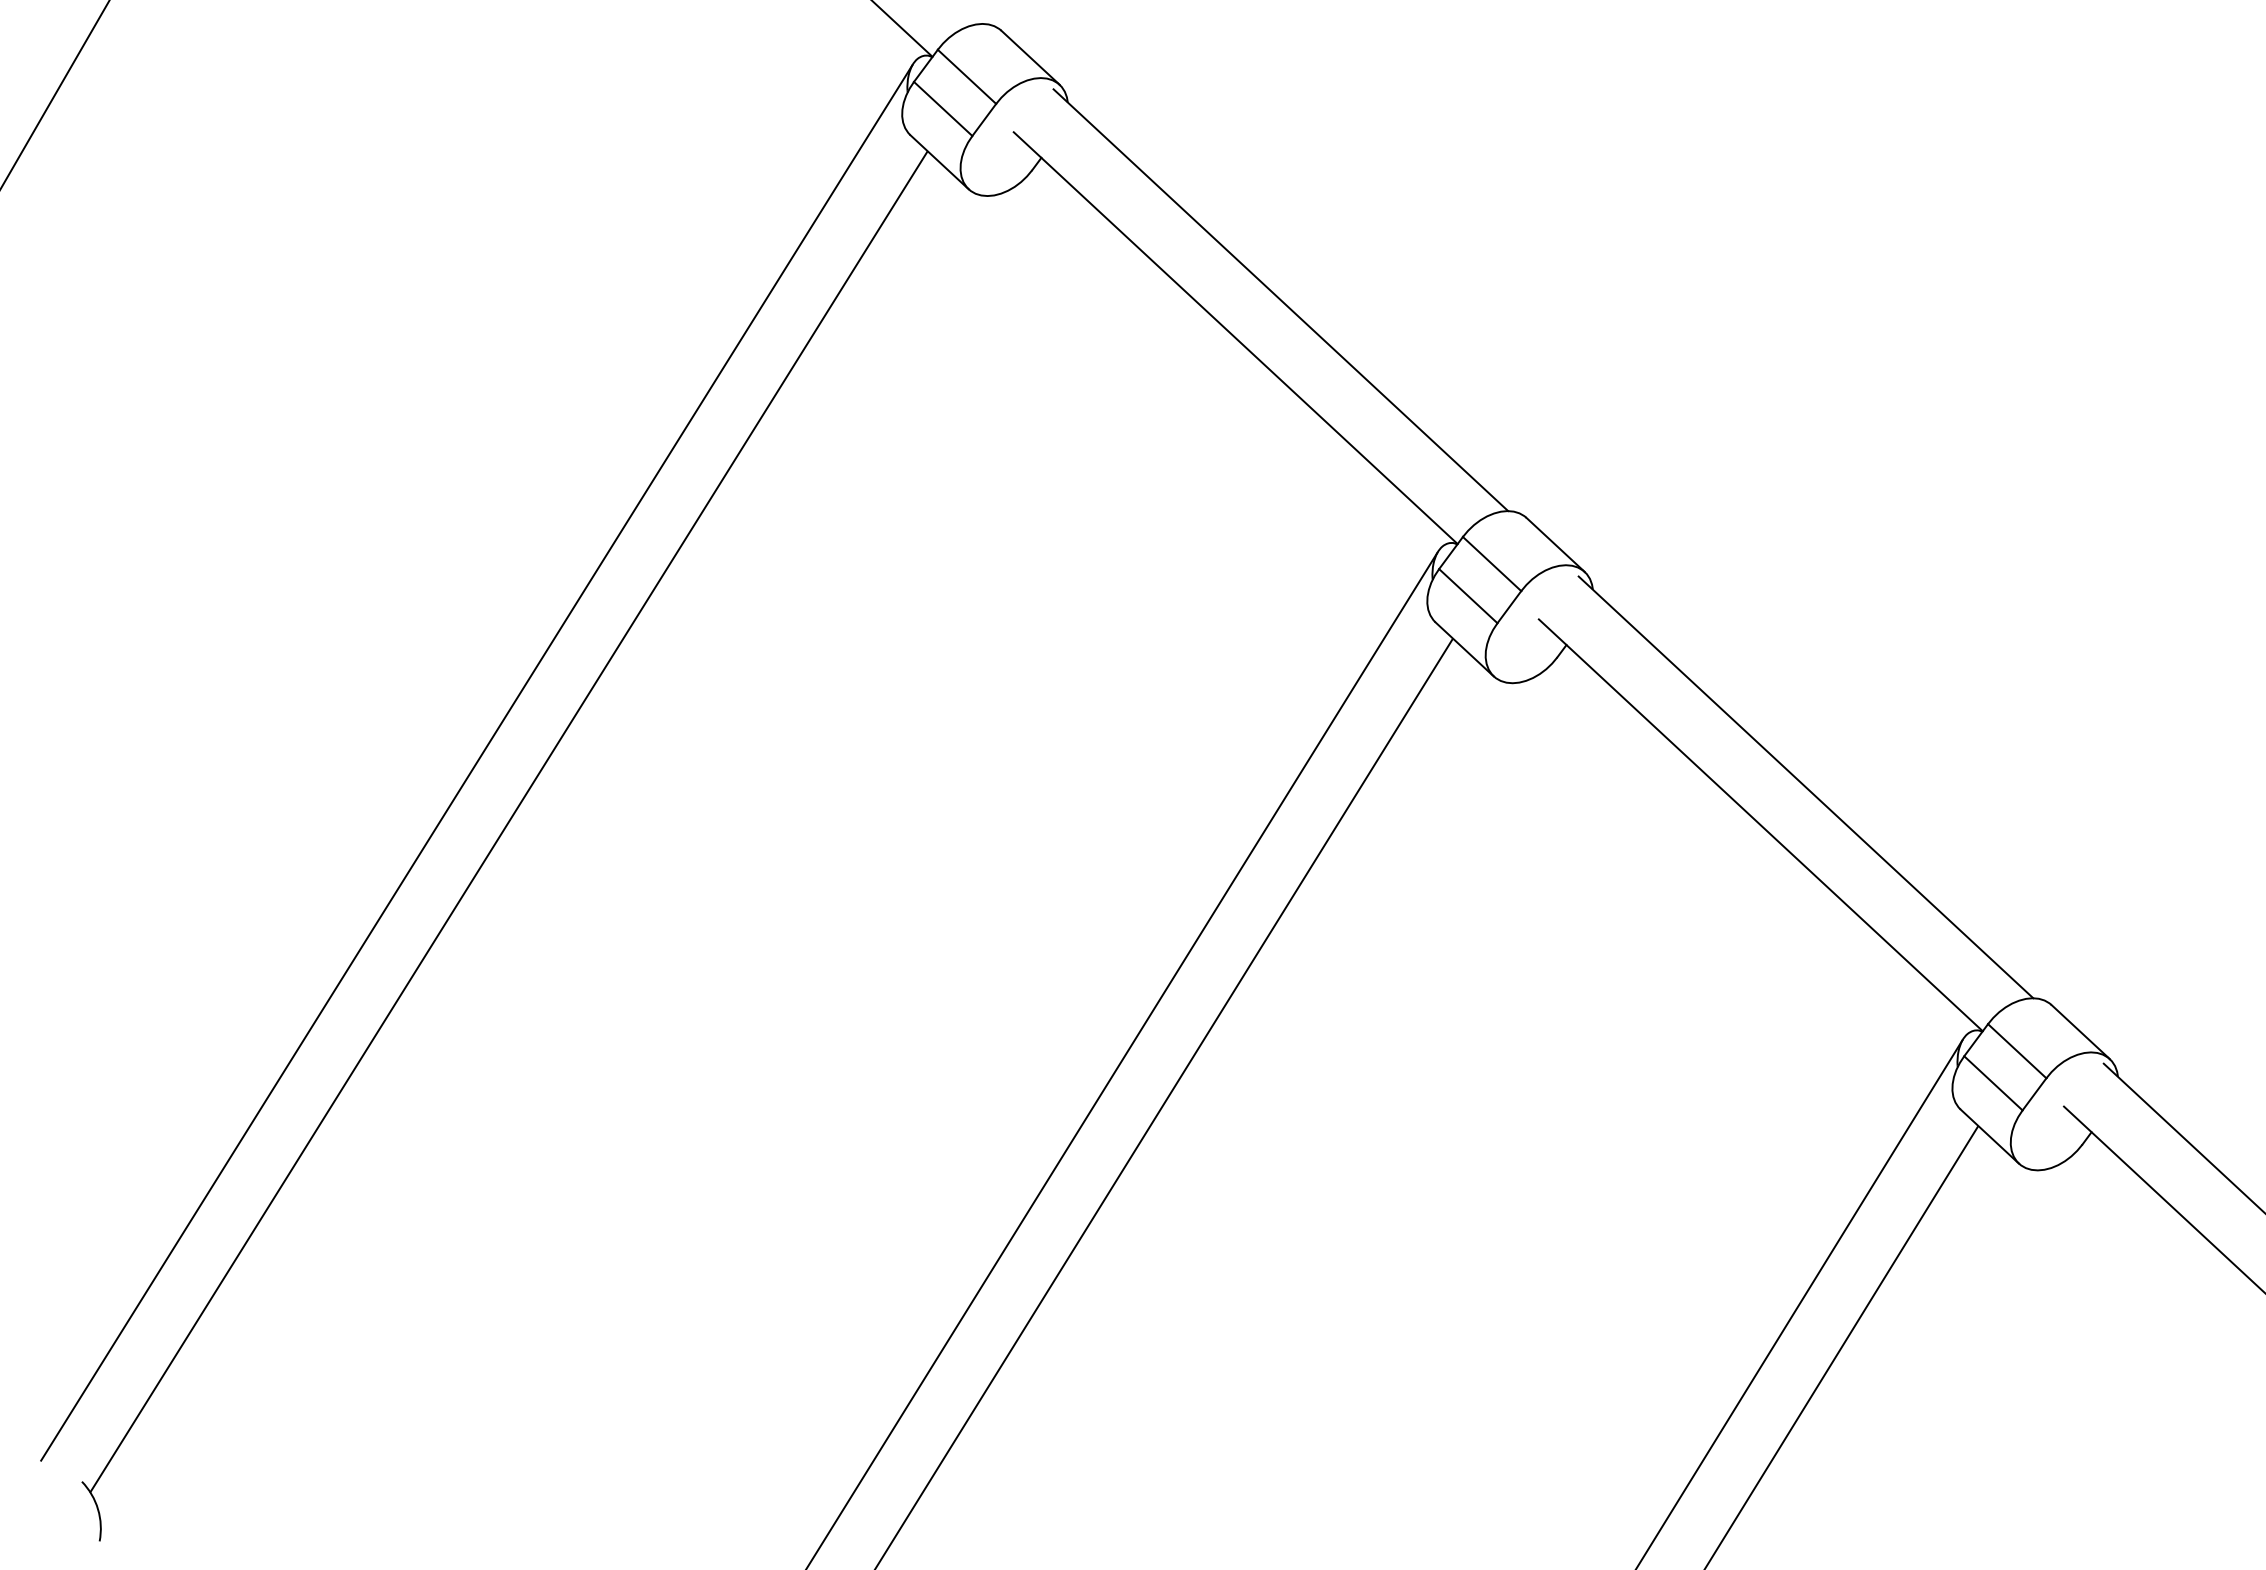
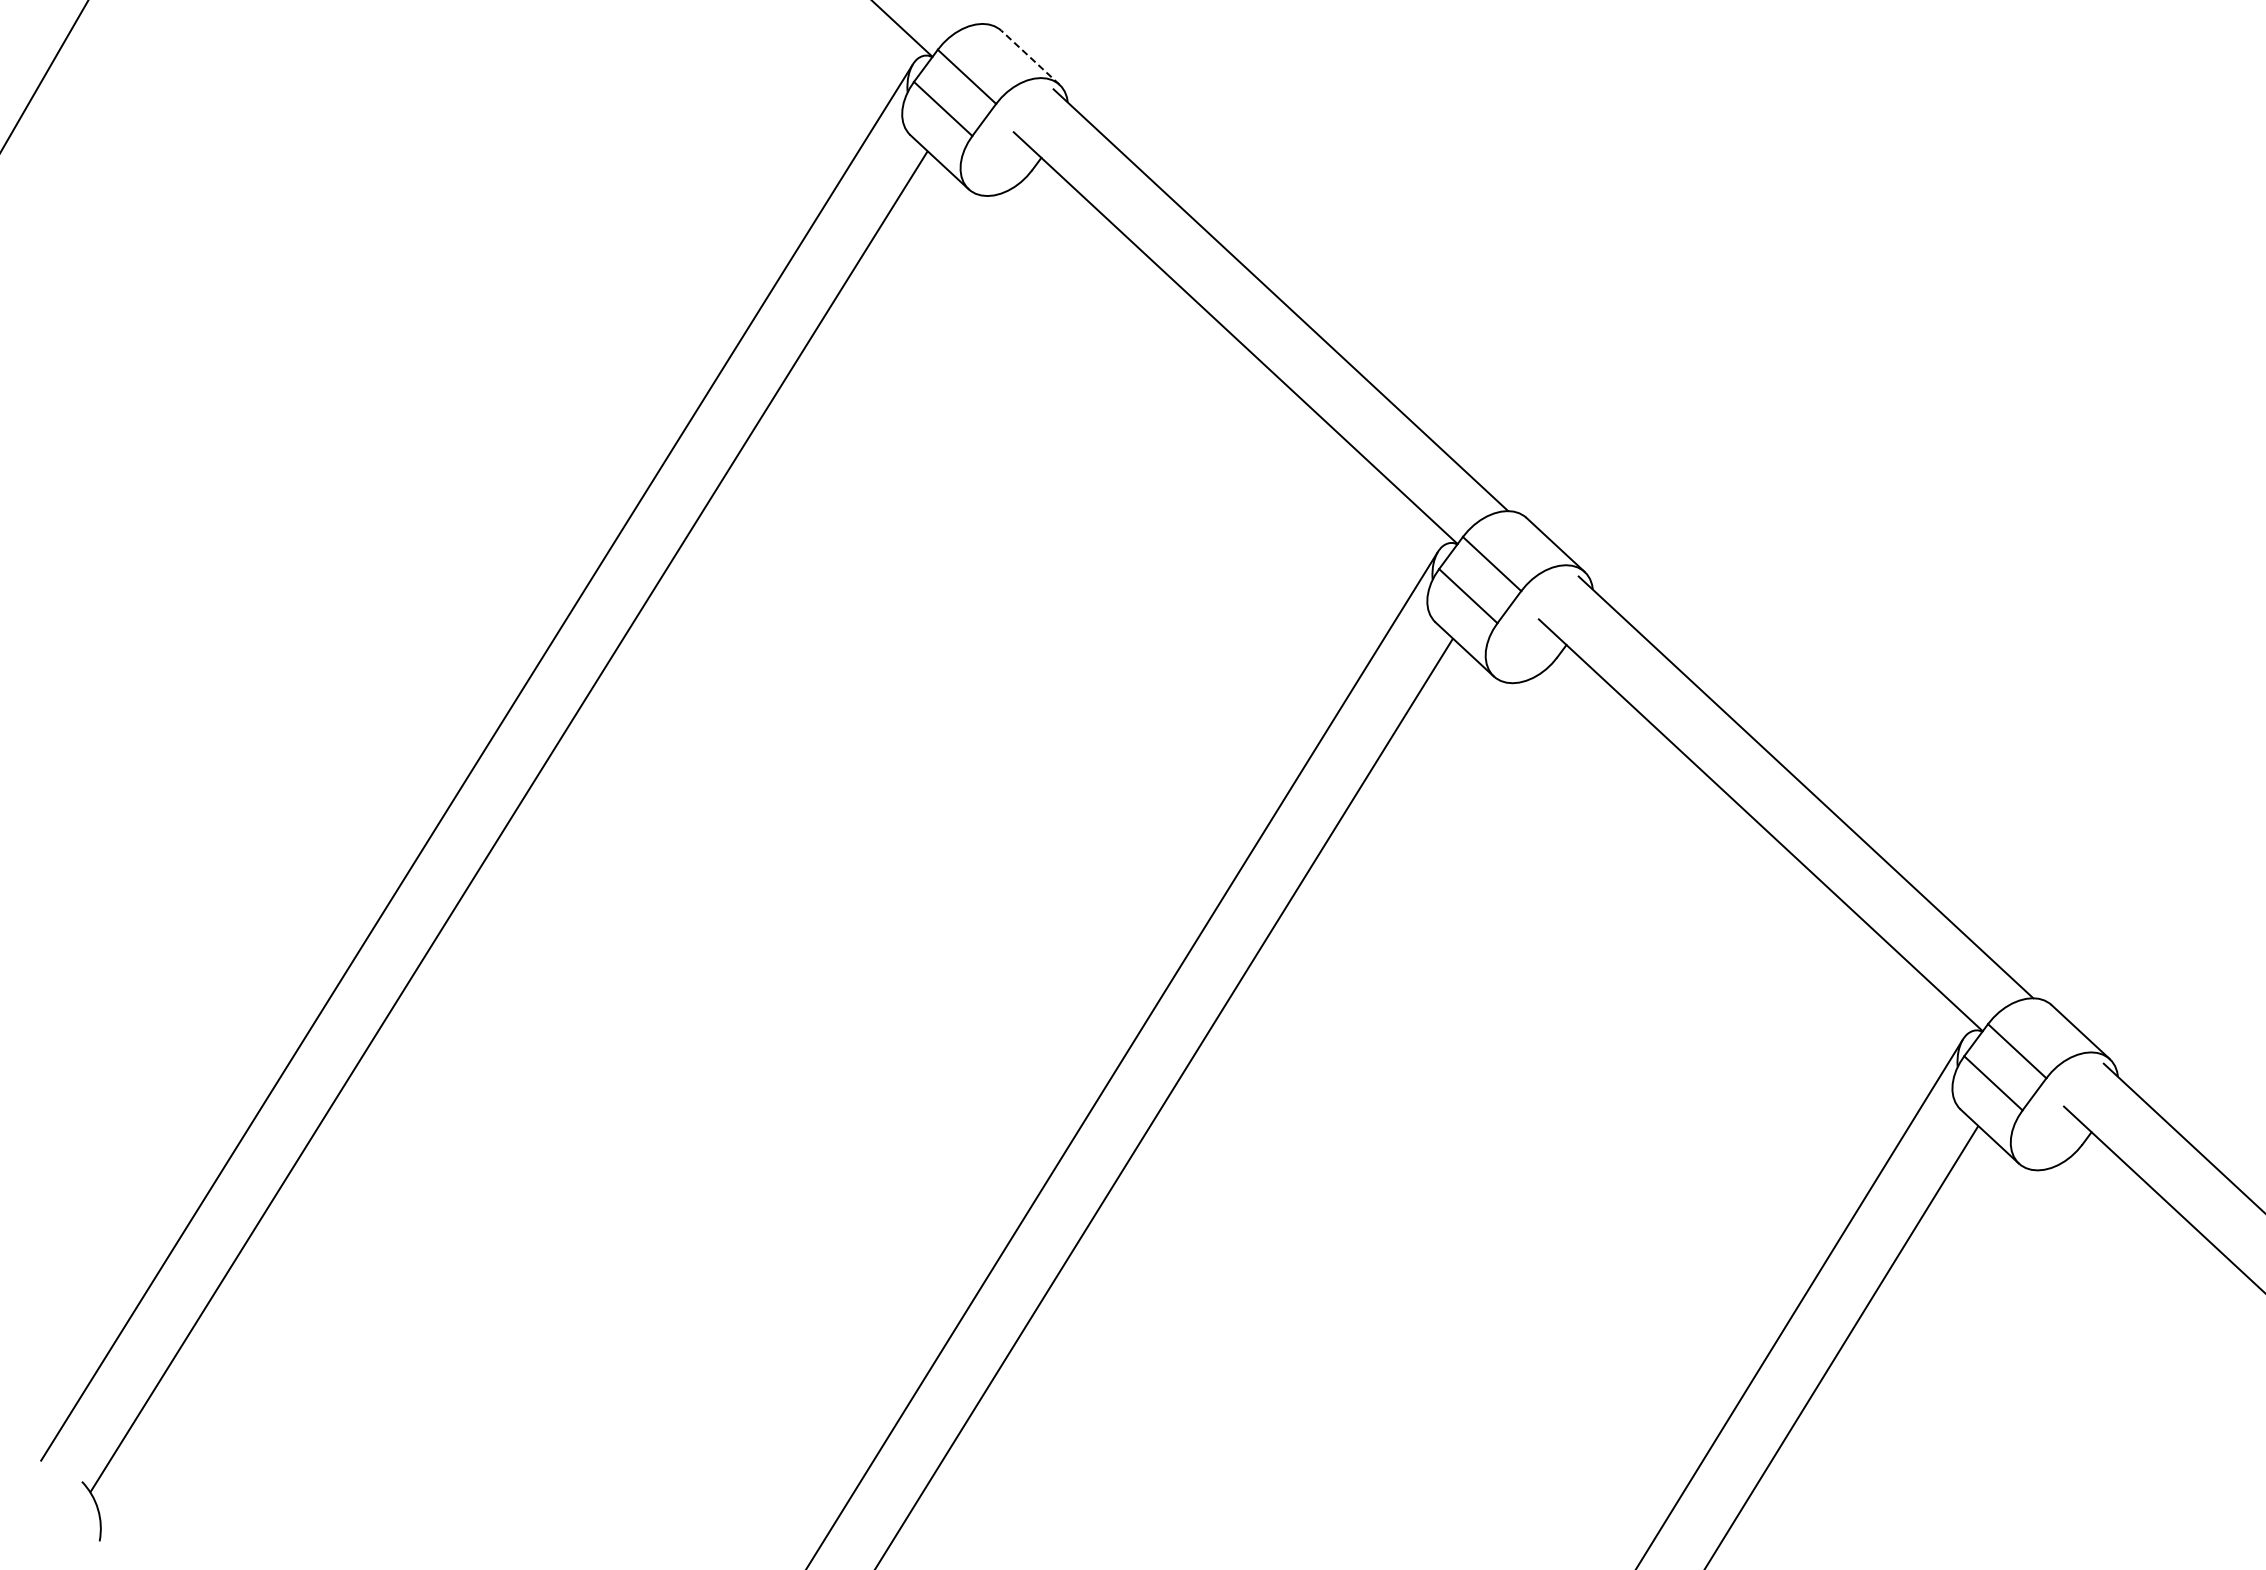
line at (1030, 57): solid -> dashed
line at (55, 94) position: (55, 94) -> (44, 75)
